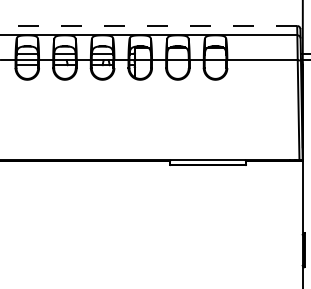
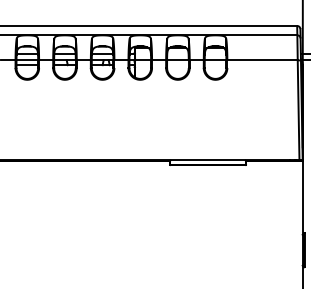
line at (148, 25): dashed -> solid
